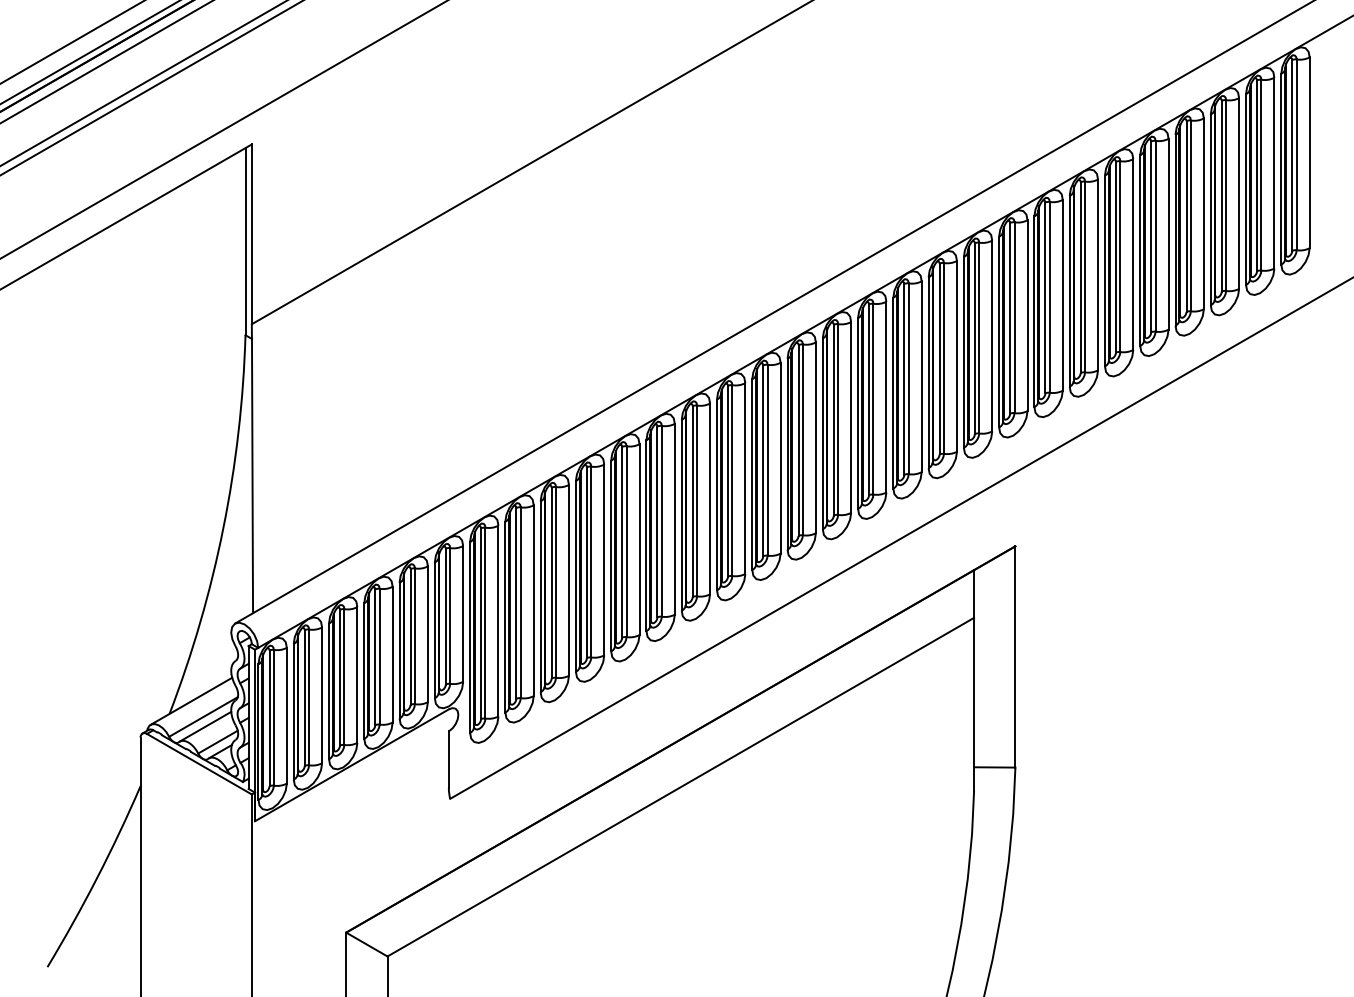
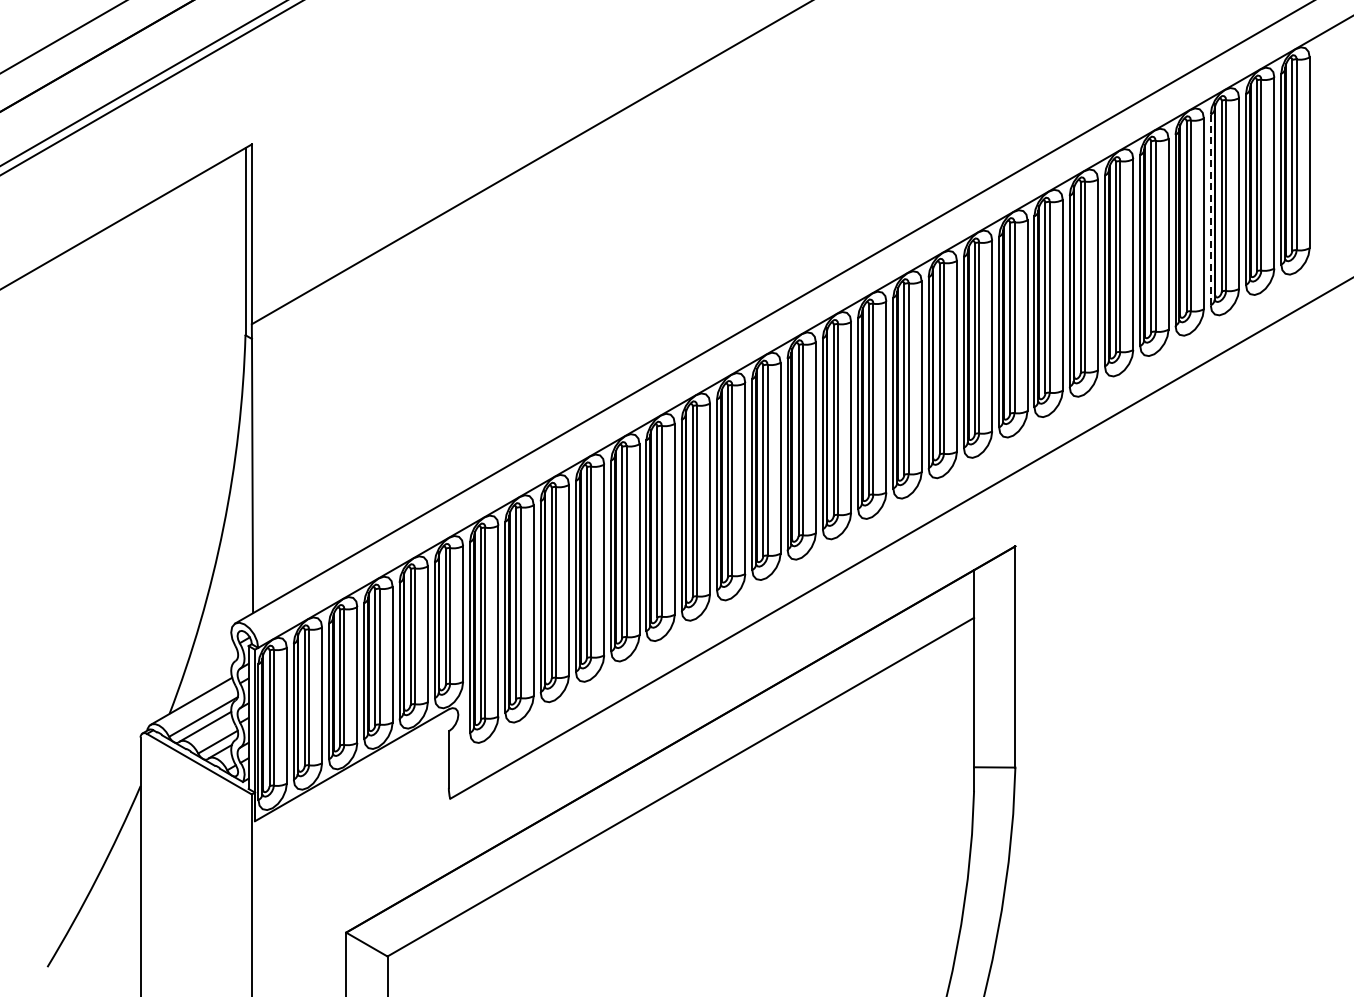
line at (72, 42) position: (72, 42) -> (63, 37)
line at (89, 52): present -> none
line at (105, 62): present -> none
line at (223, 129): present -> none
line at (1210, 210): solid -> dashed
